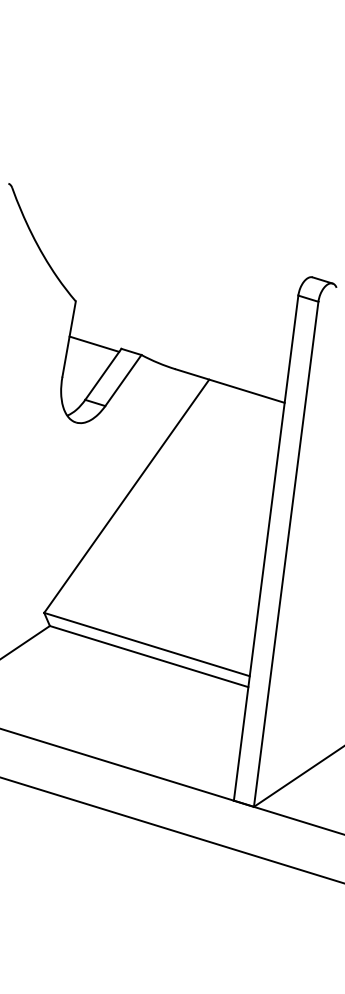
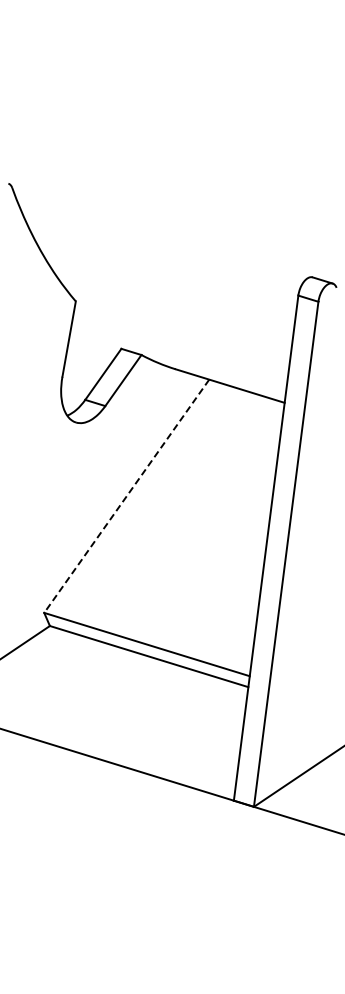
line at (94, 343): present -> none
line at (126, 496): solid -> dashed
line at (171, 830): present -> none
